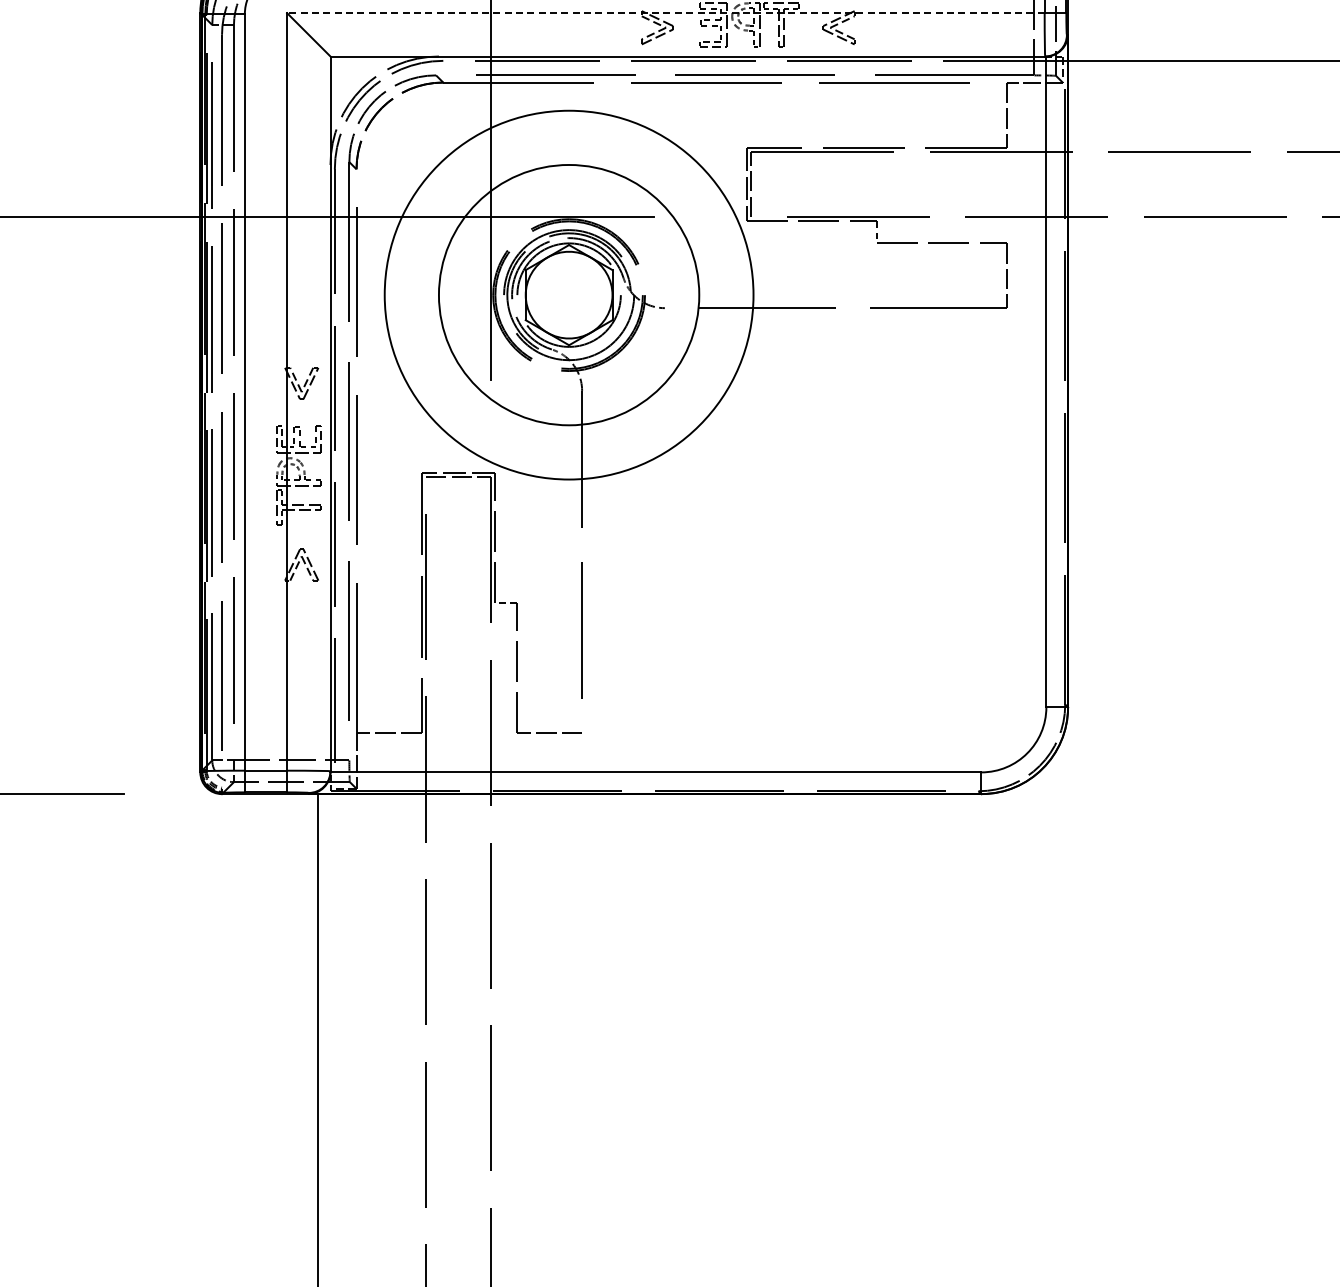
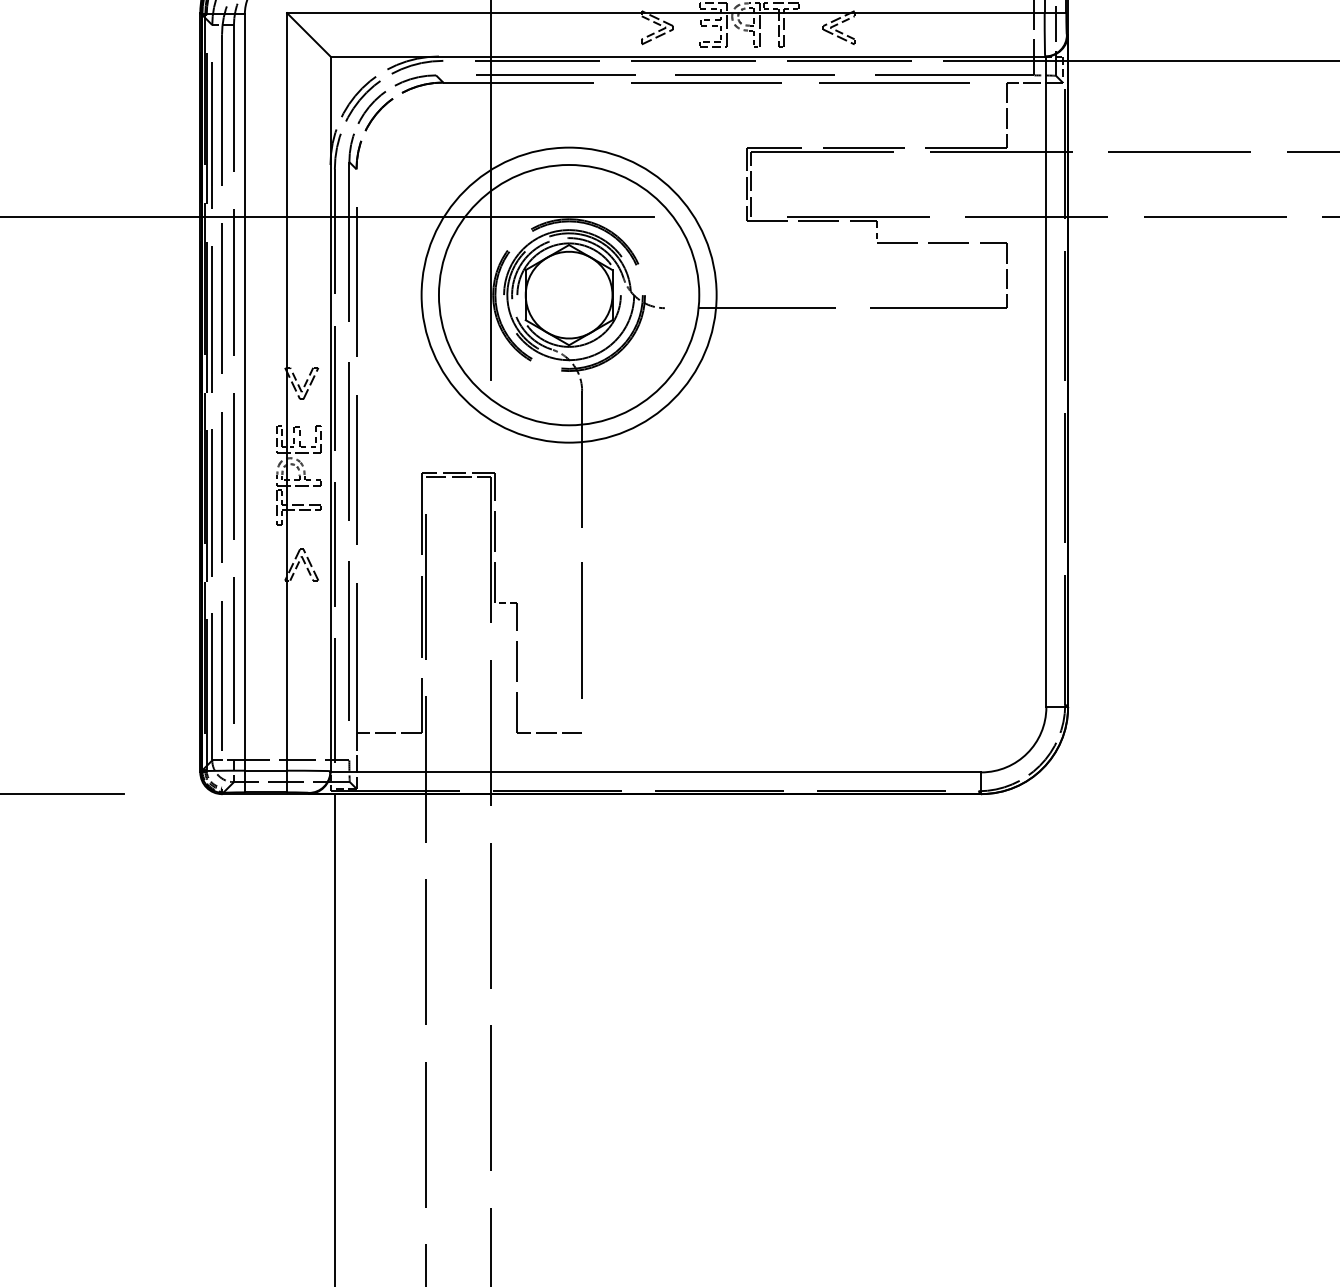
line at (665, 13): dashed -> solid
circle at (568, 294) diameter: 369 px -> 295 px
line at (317, 1038) position: (317, 1038) -> (334, 1038)
